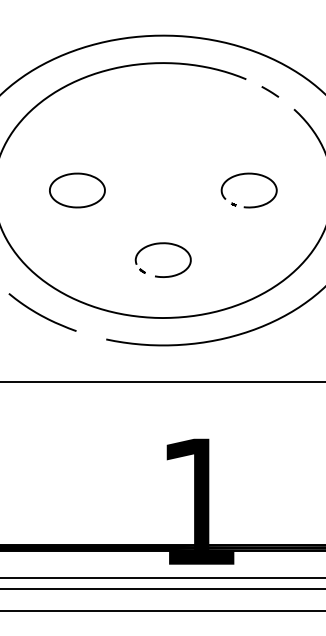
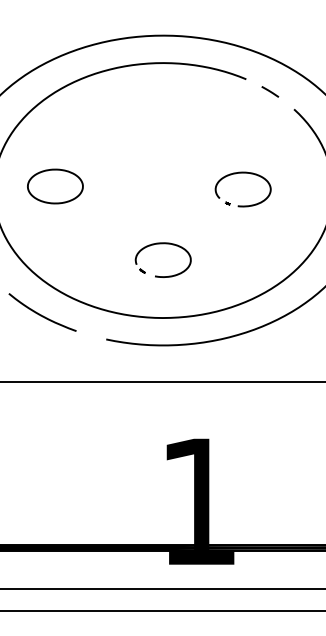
part at (248, 174) position: (248, 174) -> (242, 173)
part at (77, 190) position: (77, 190) -> (55, 186)
line at (162, 577): present -> none
